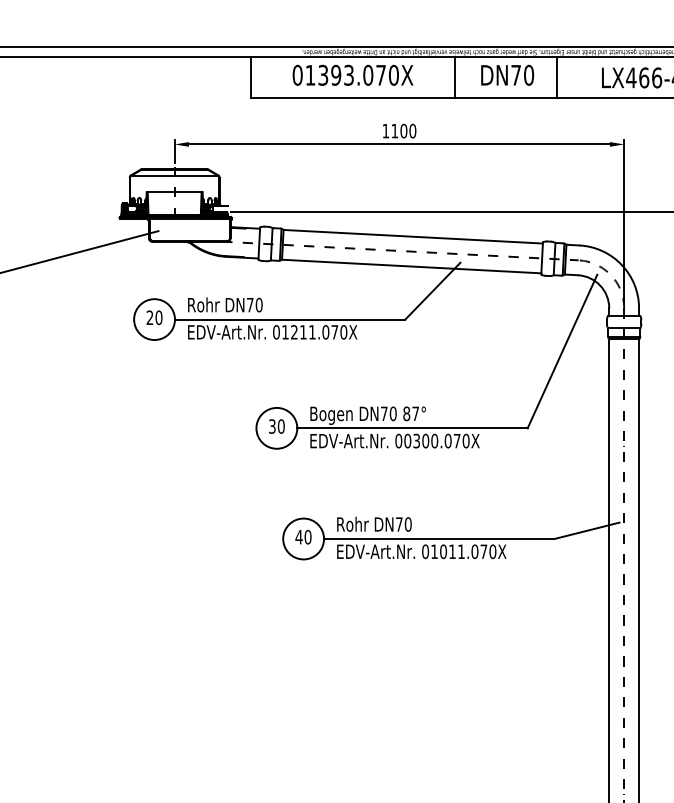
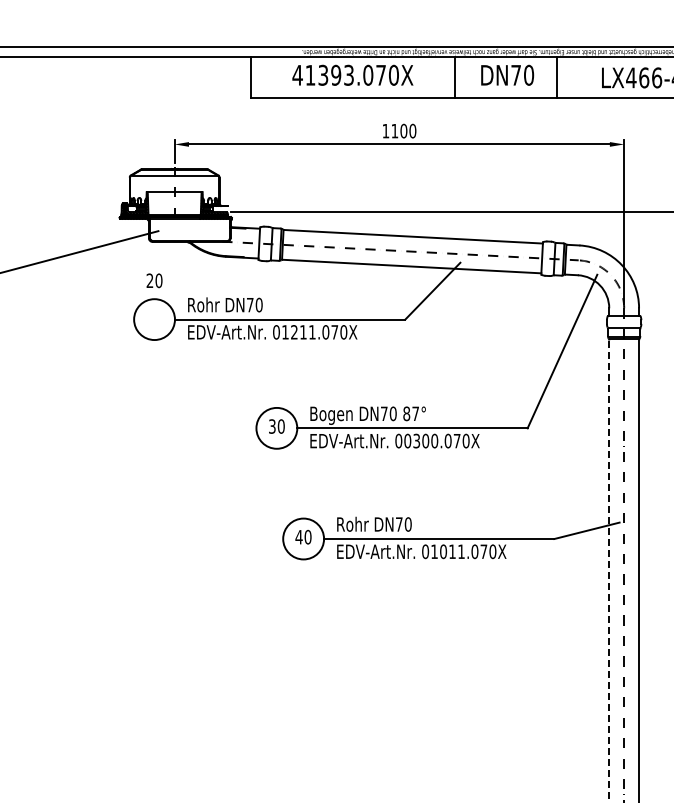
text at (297, 74): 01393.070X -> 41393.070X
text at (154, 317) position: (154, 317) -> (154, 280)
line at (609, 571): solid -> dashed
